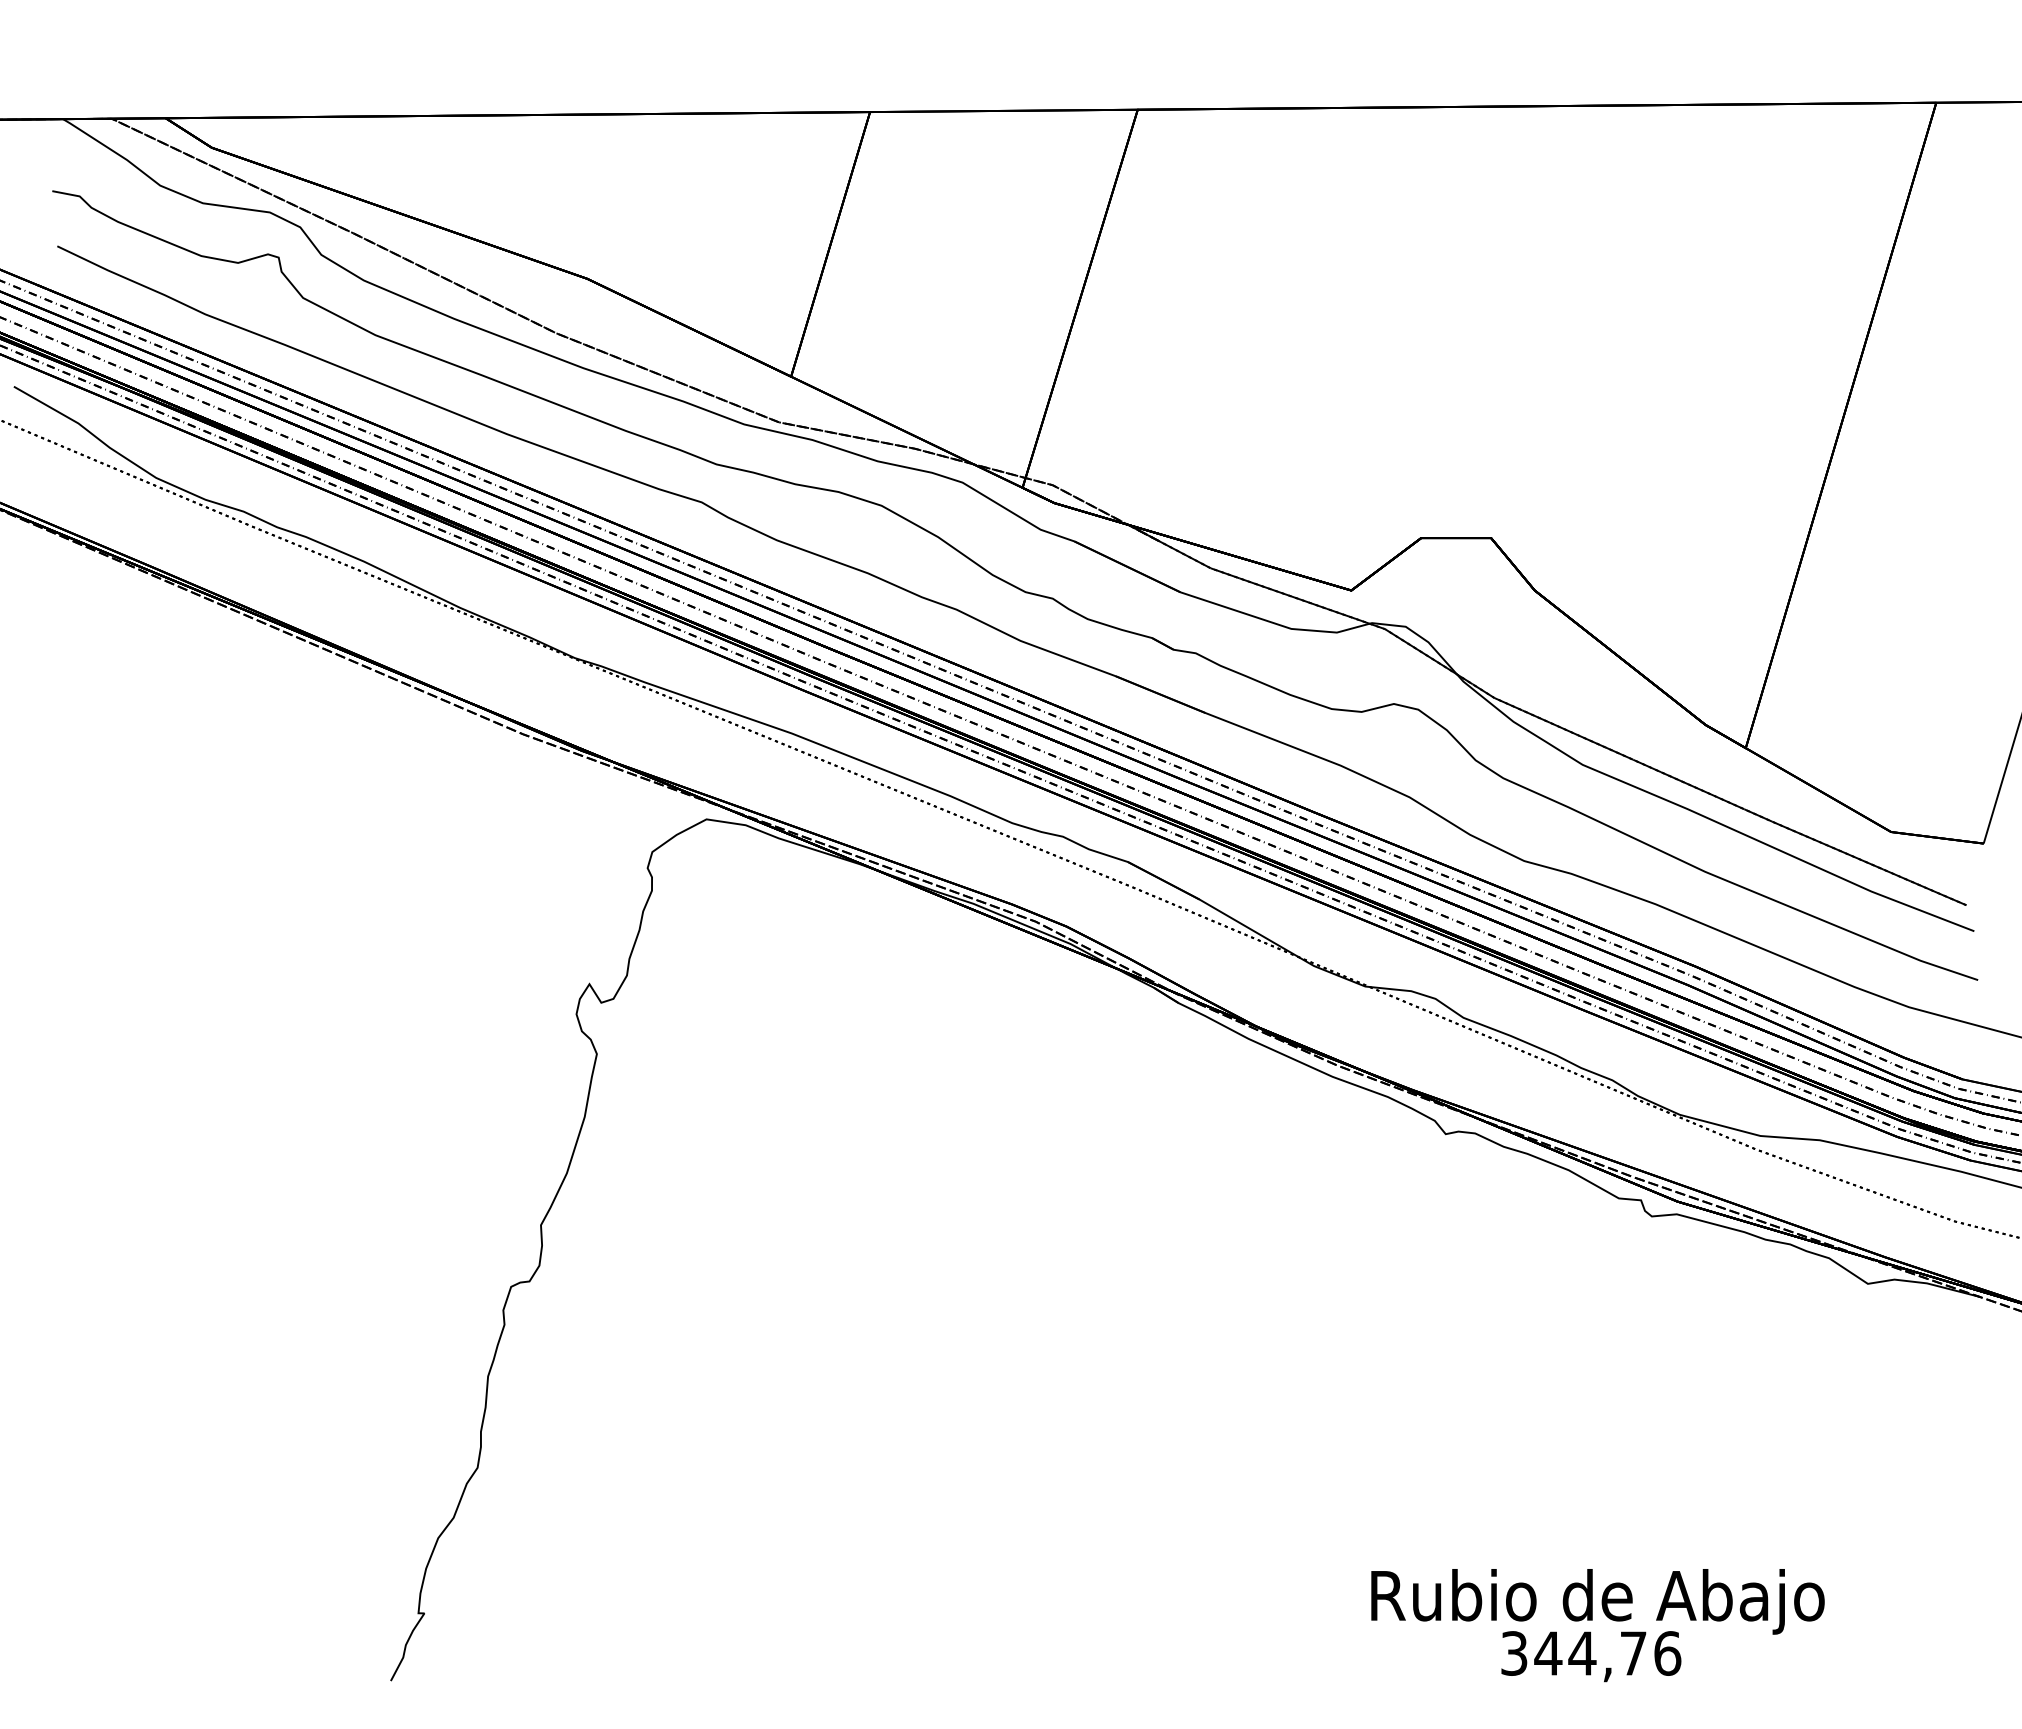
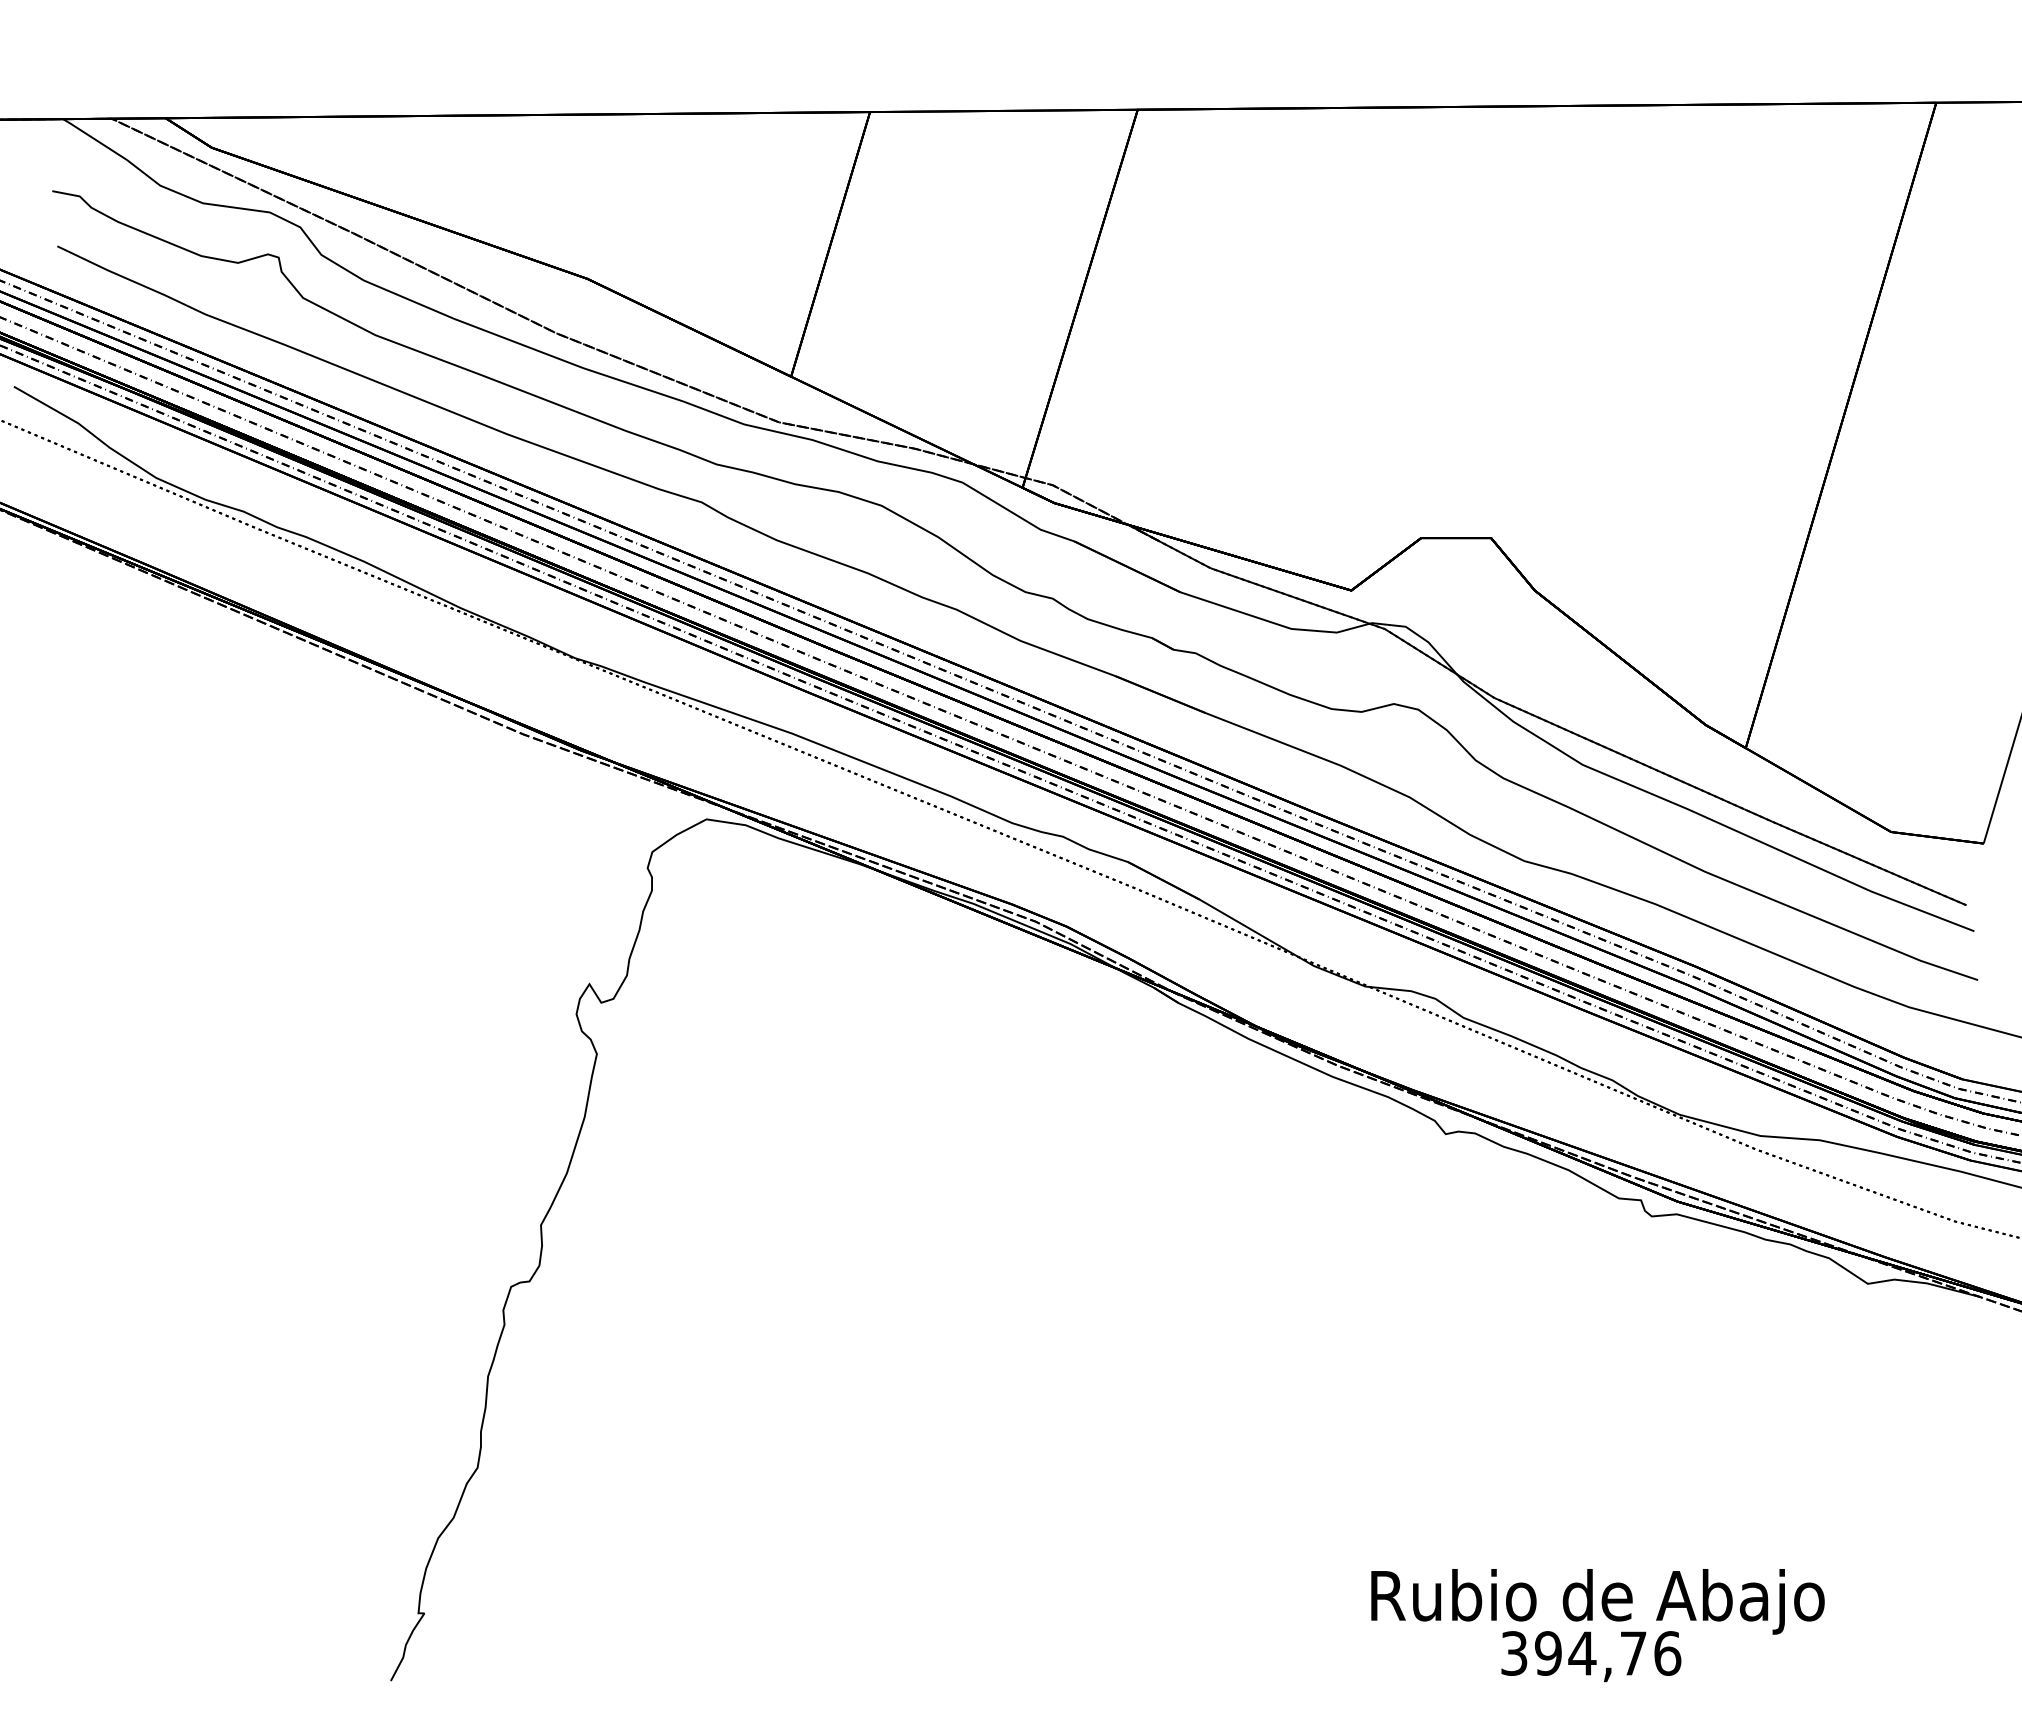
text at (1548, 1653): 344,76 -> 394,76
